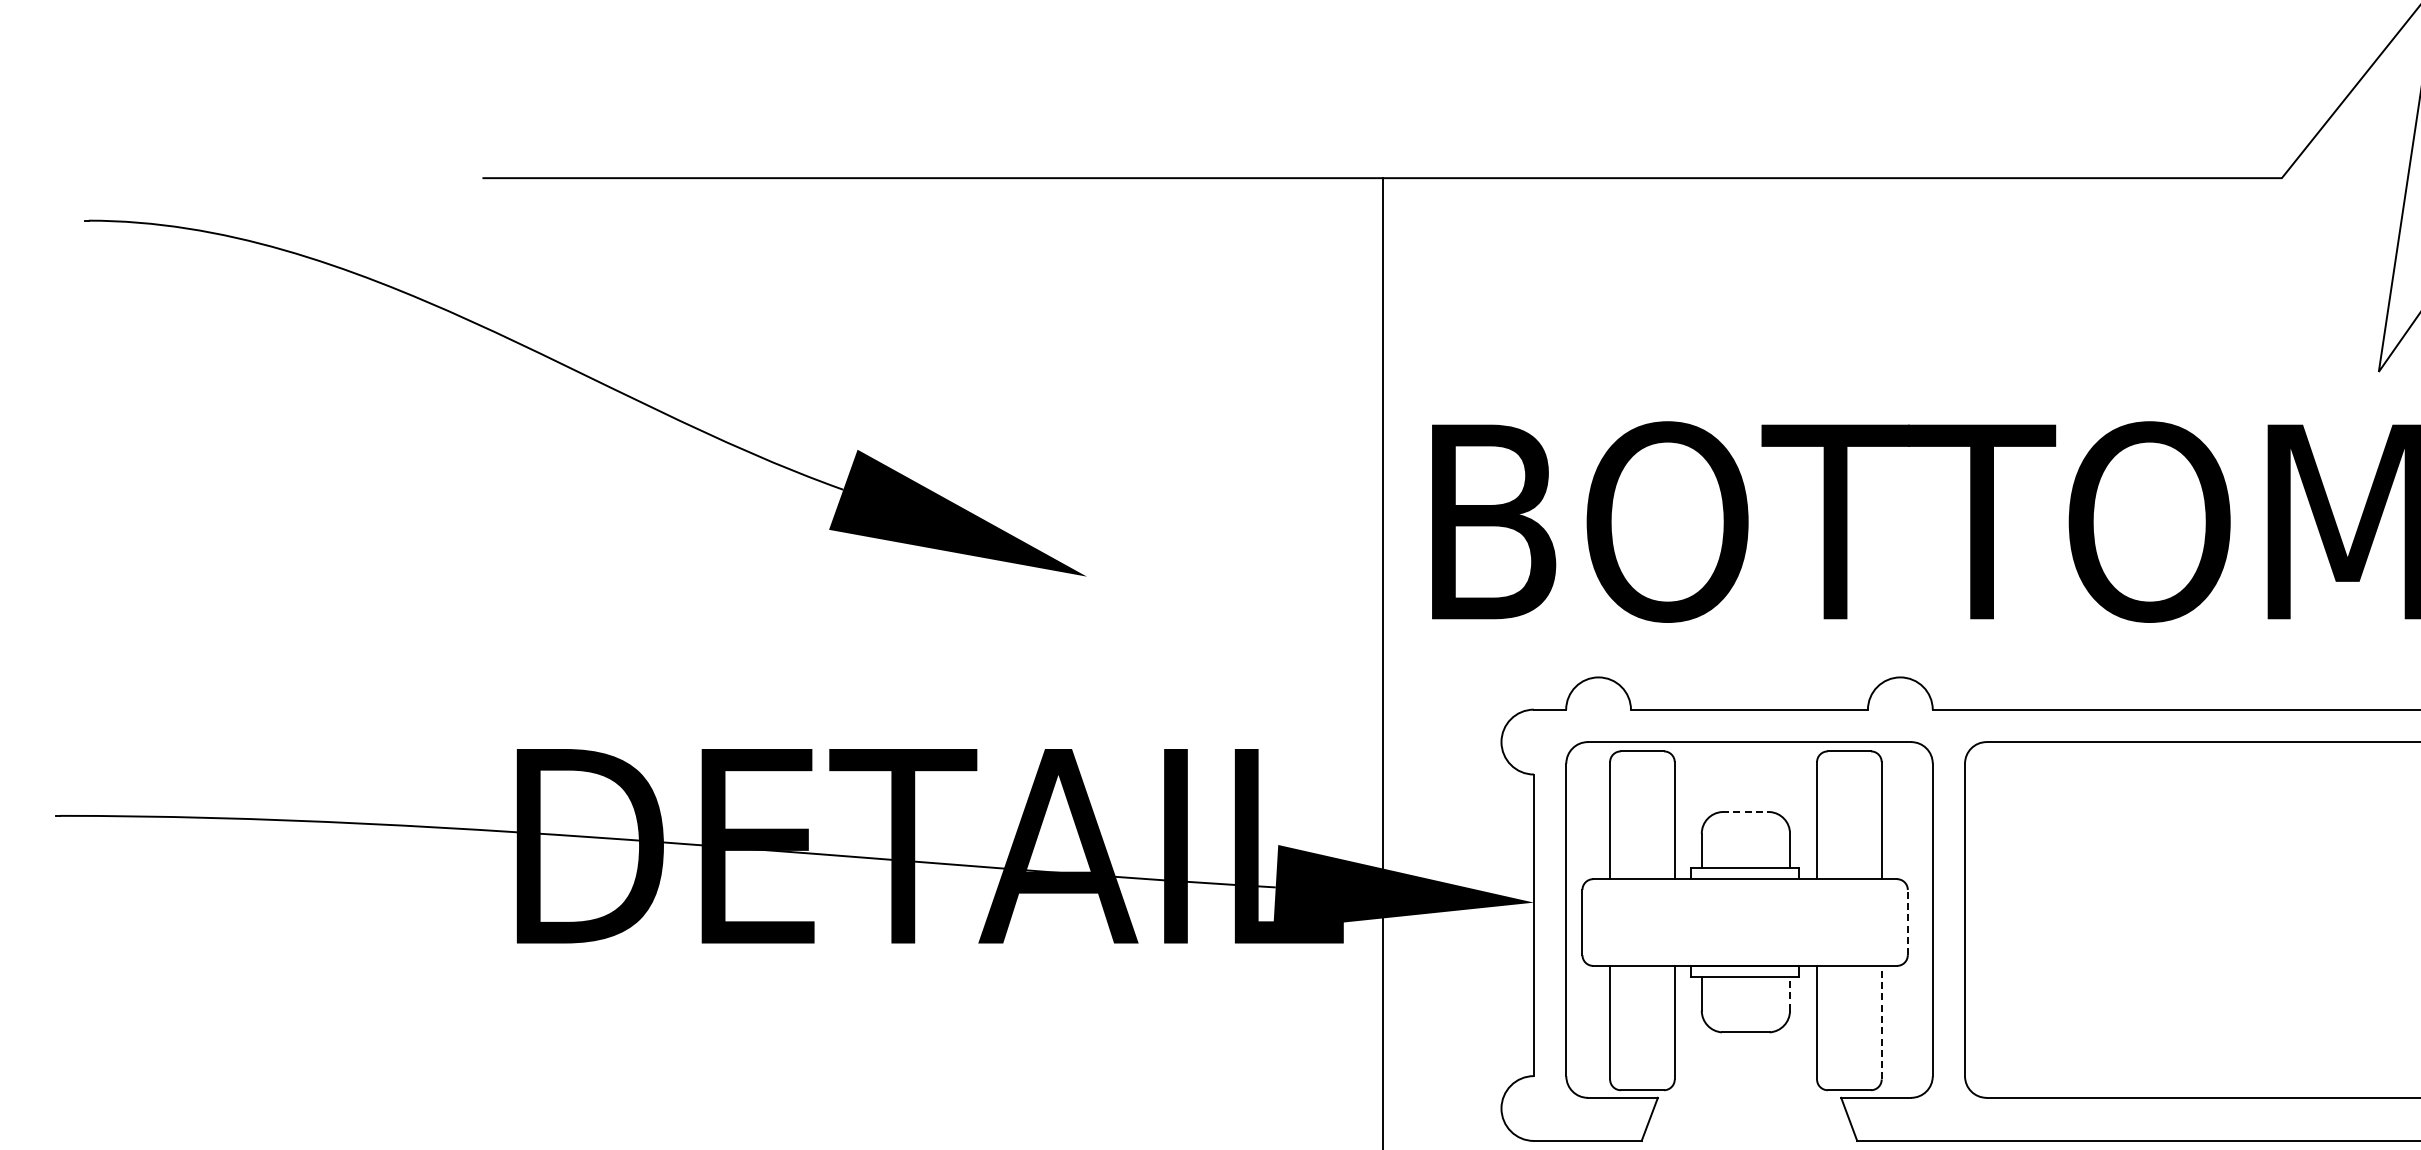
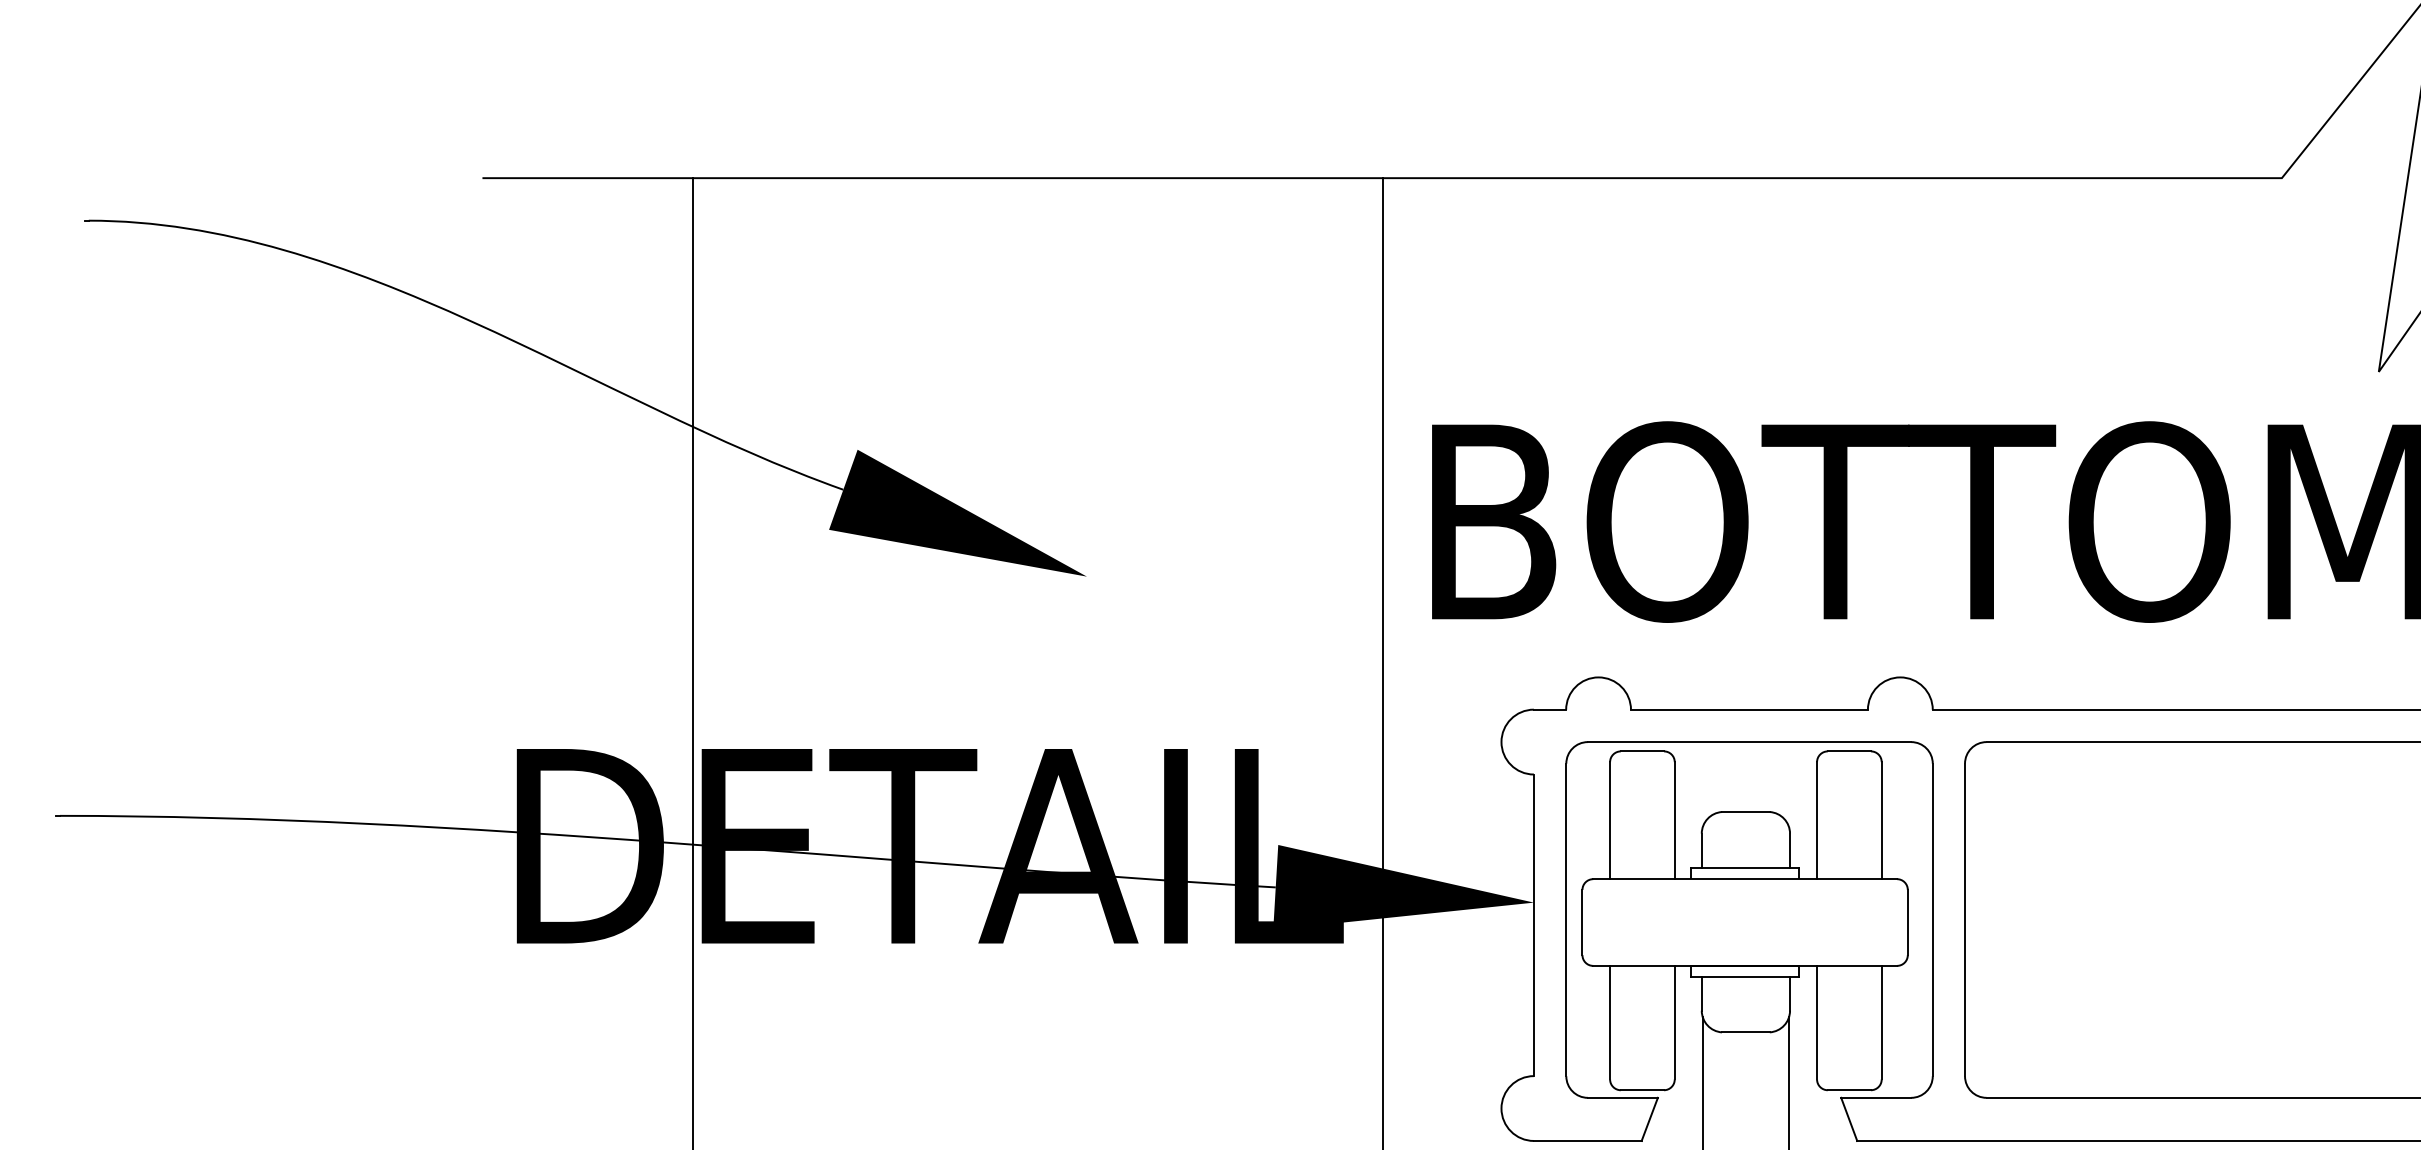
line at (693, 662): none -> present
line at (1745, 812): dashed -> solid
line at (1907, 922): dashed -> solid
line at (1790, 993): dashed -> solid
line at (1881, 1022): dashed -> solid
line at (1702, 1081): none -> present
line at (1789, 1081): none -> present
